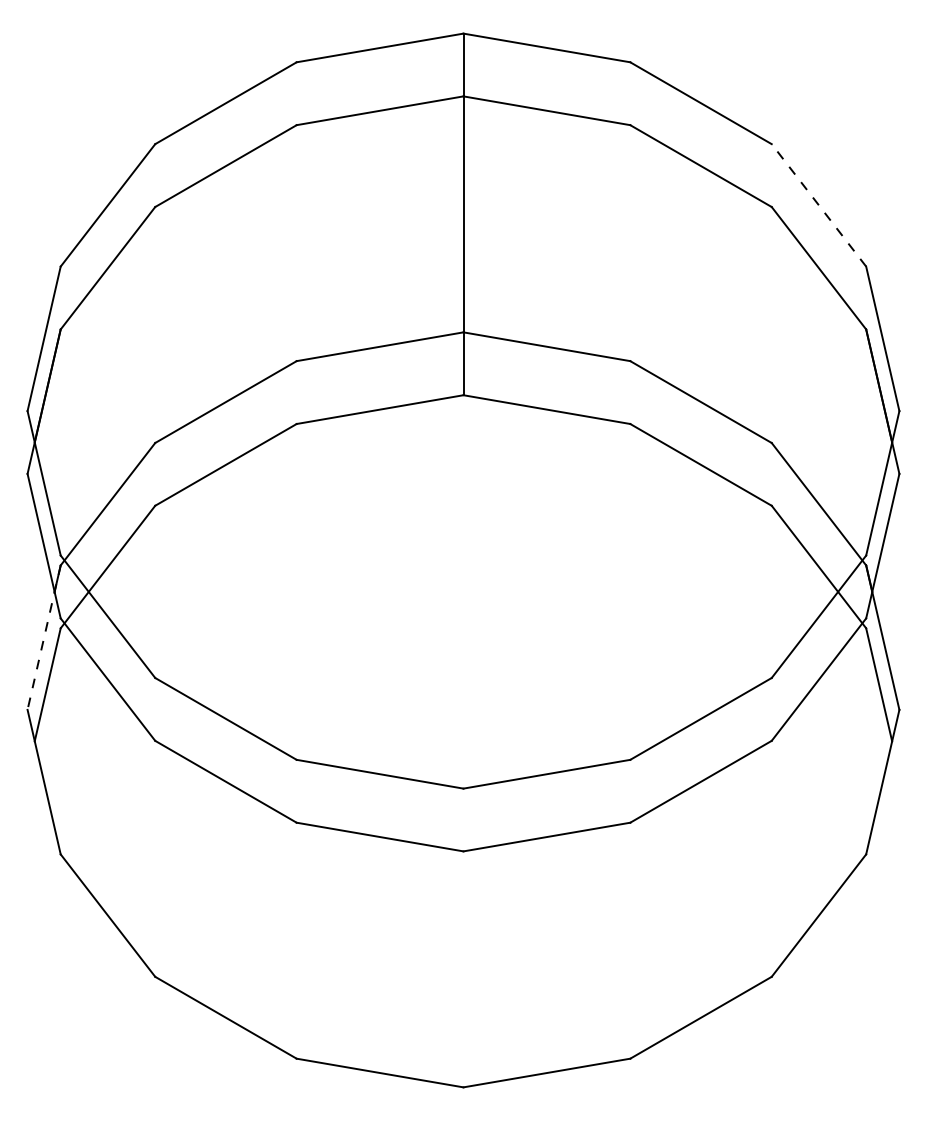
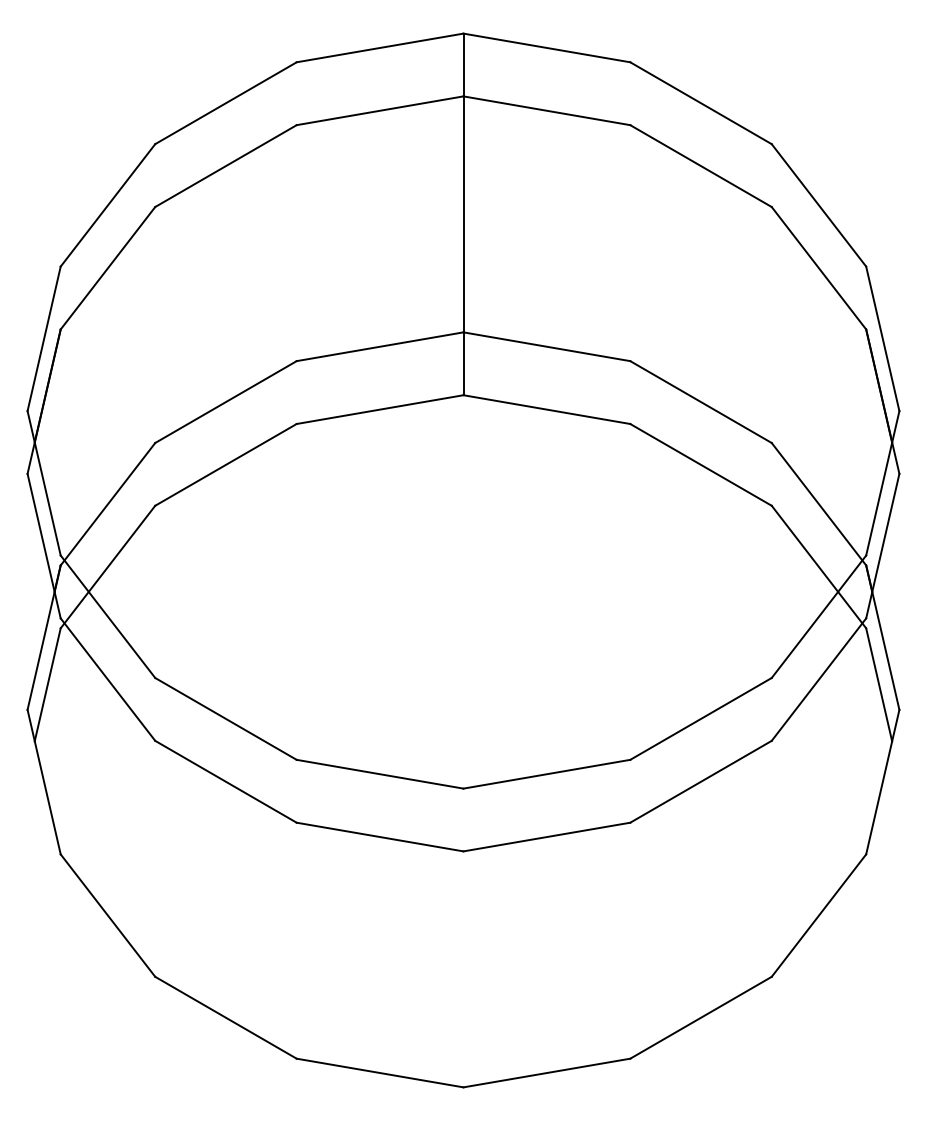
line at (818, 204): dashed -> solid
line at (44, 638): dashed -> solid
